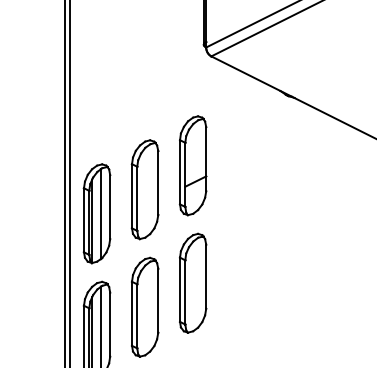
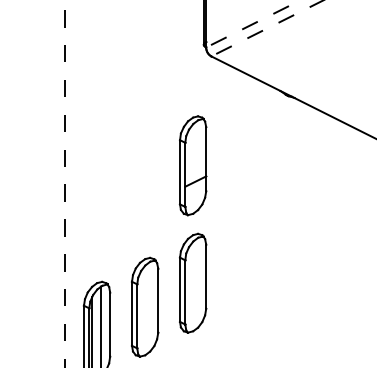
line at (253, 23): solid -> dashed
line at (267, 28): solid -> dashed
line at (64, 183): solid -> dashed
line at (69, 183): present -> none
part at (144, 189): present -> none
part at (96, 213): present -> none
